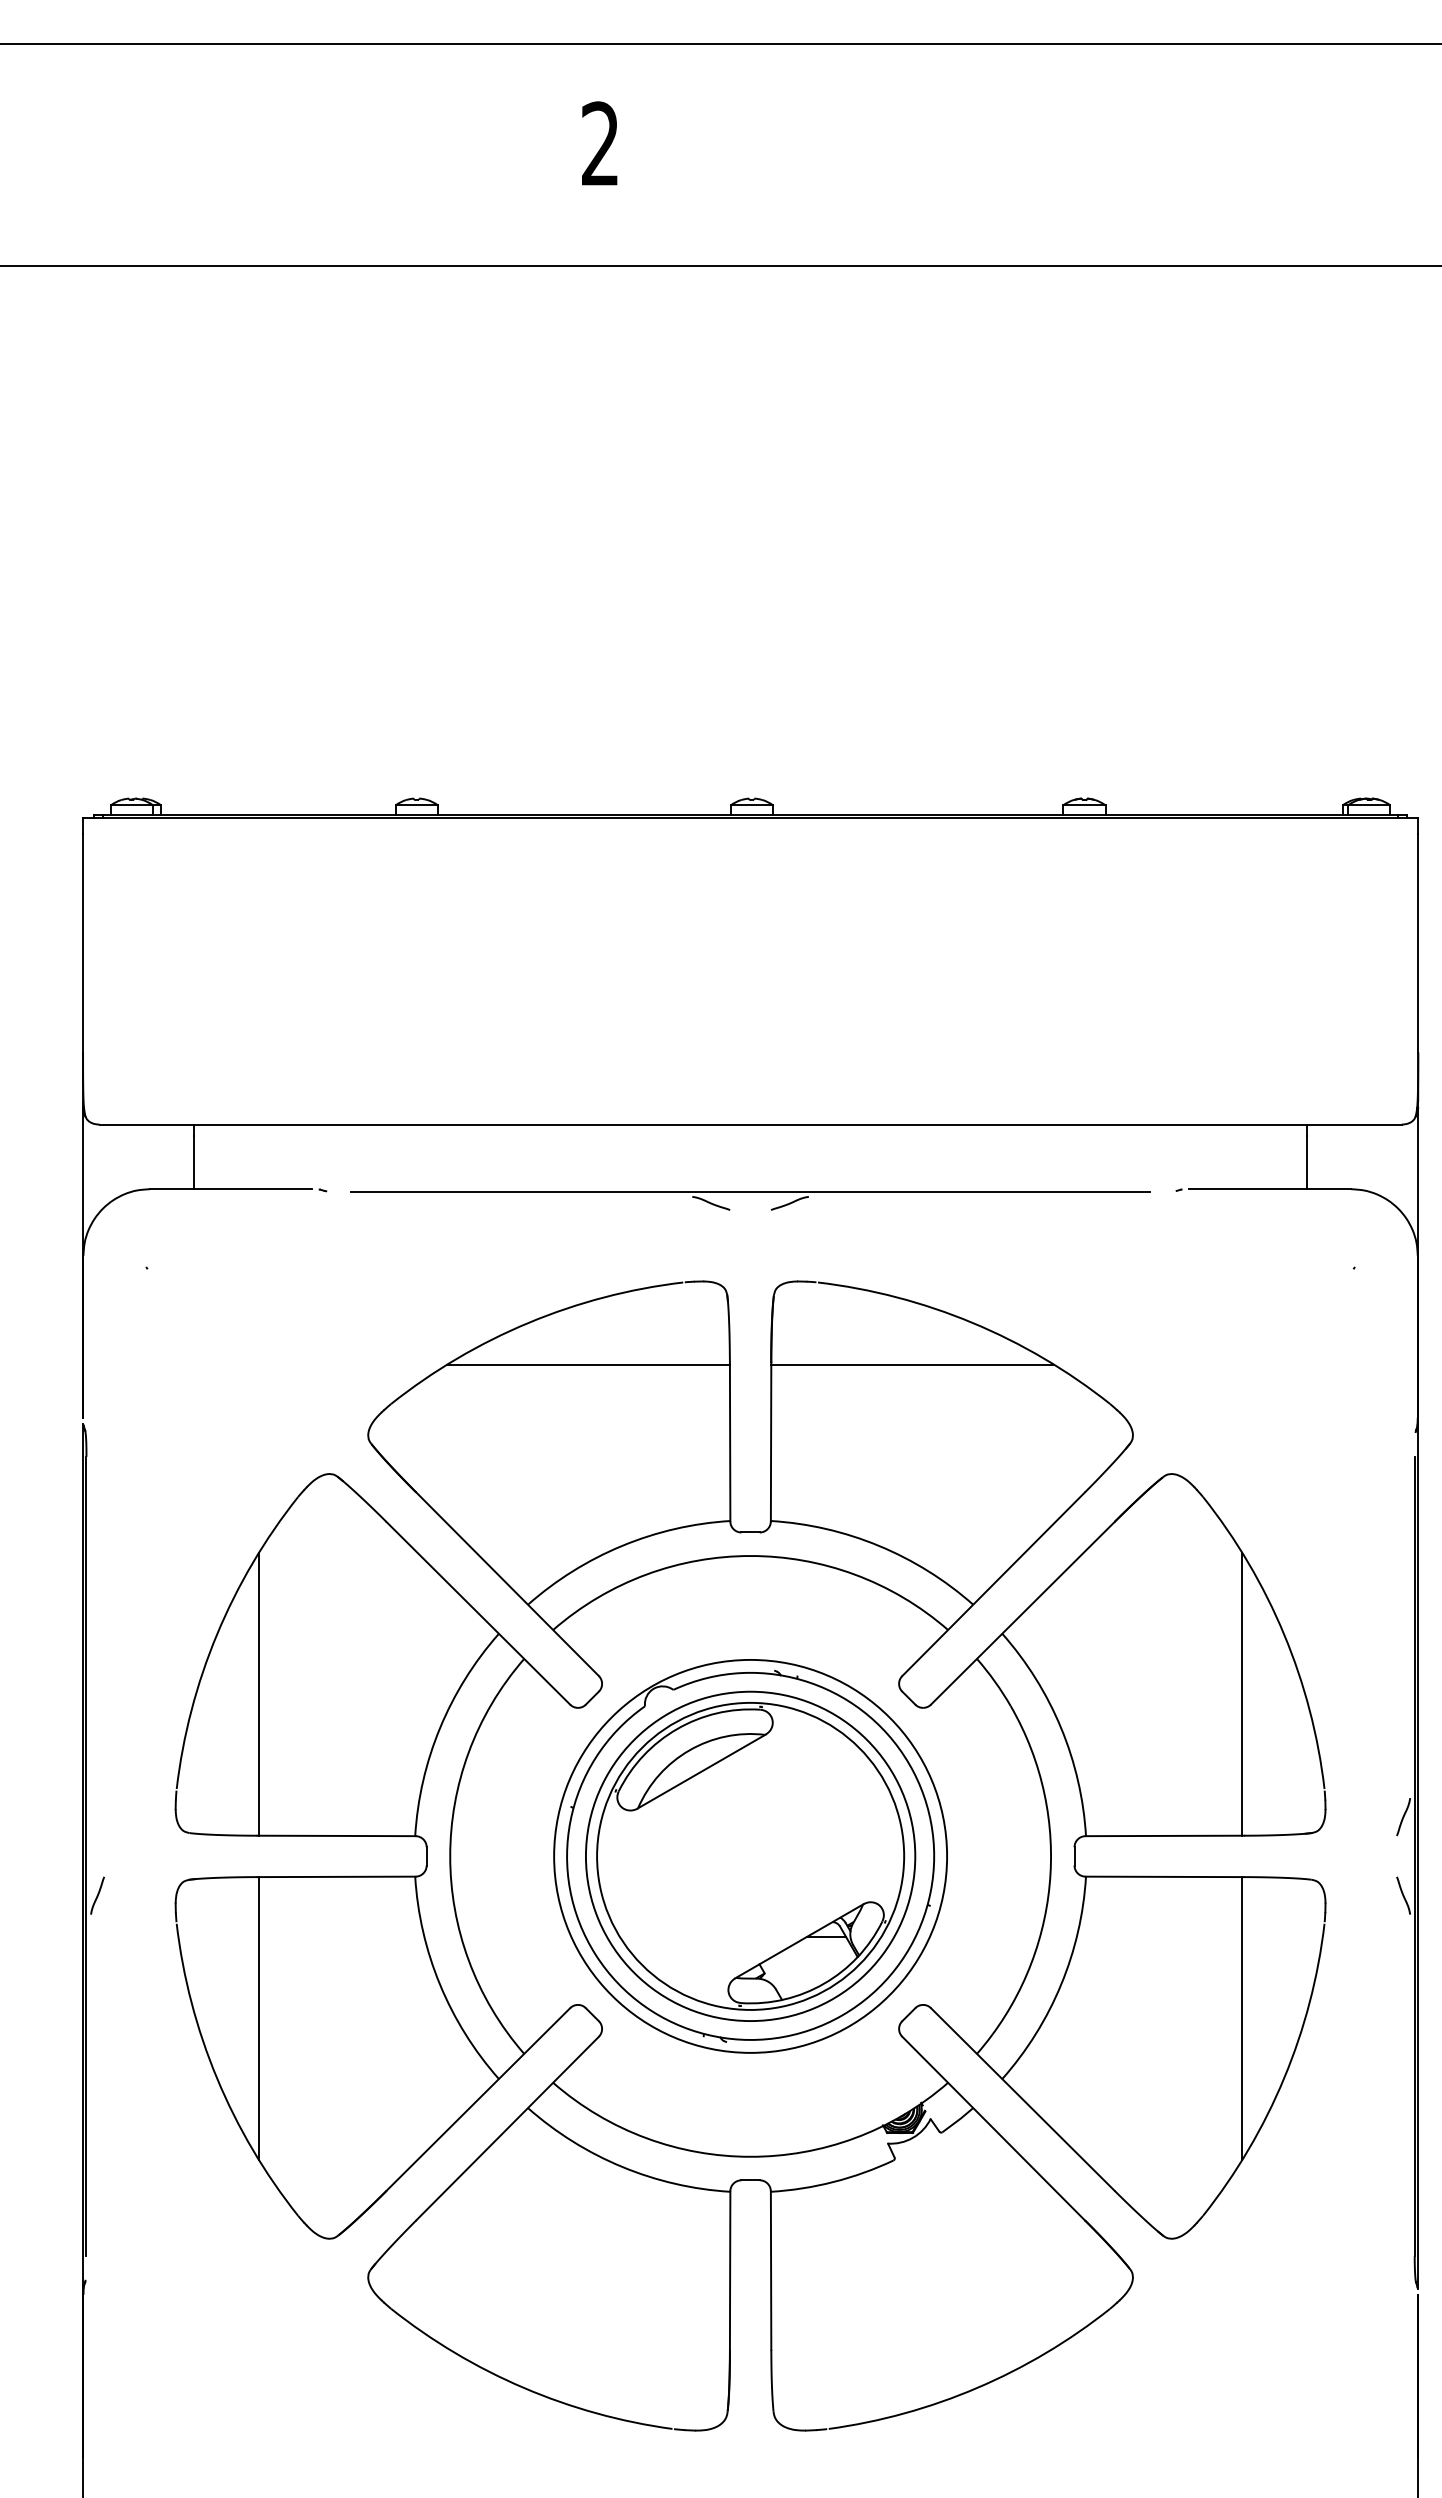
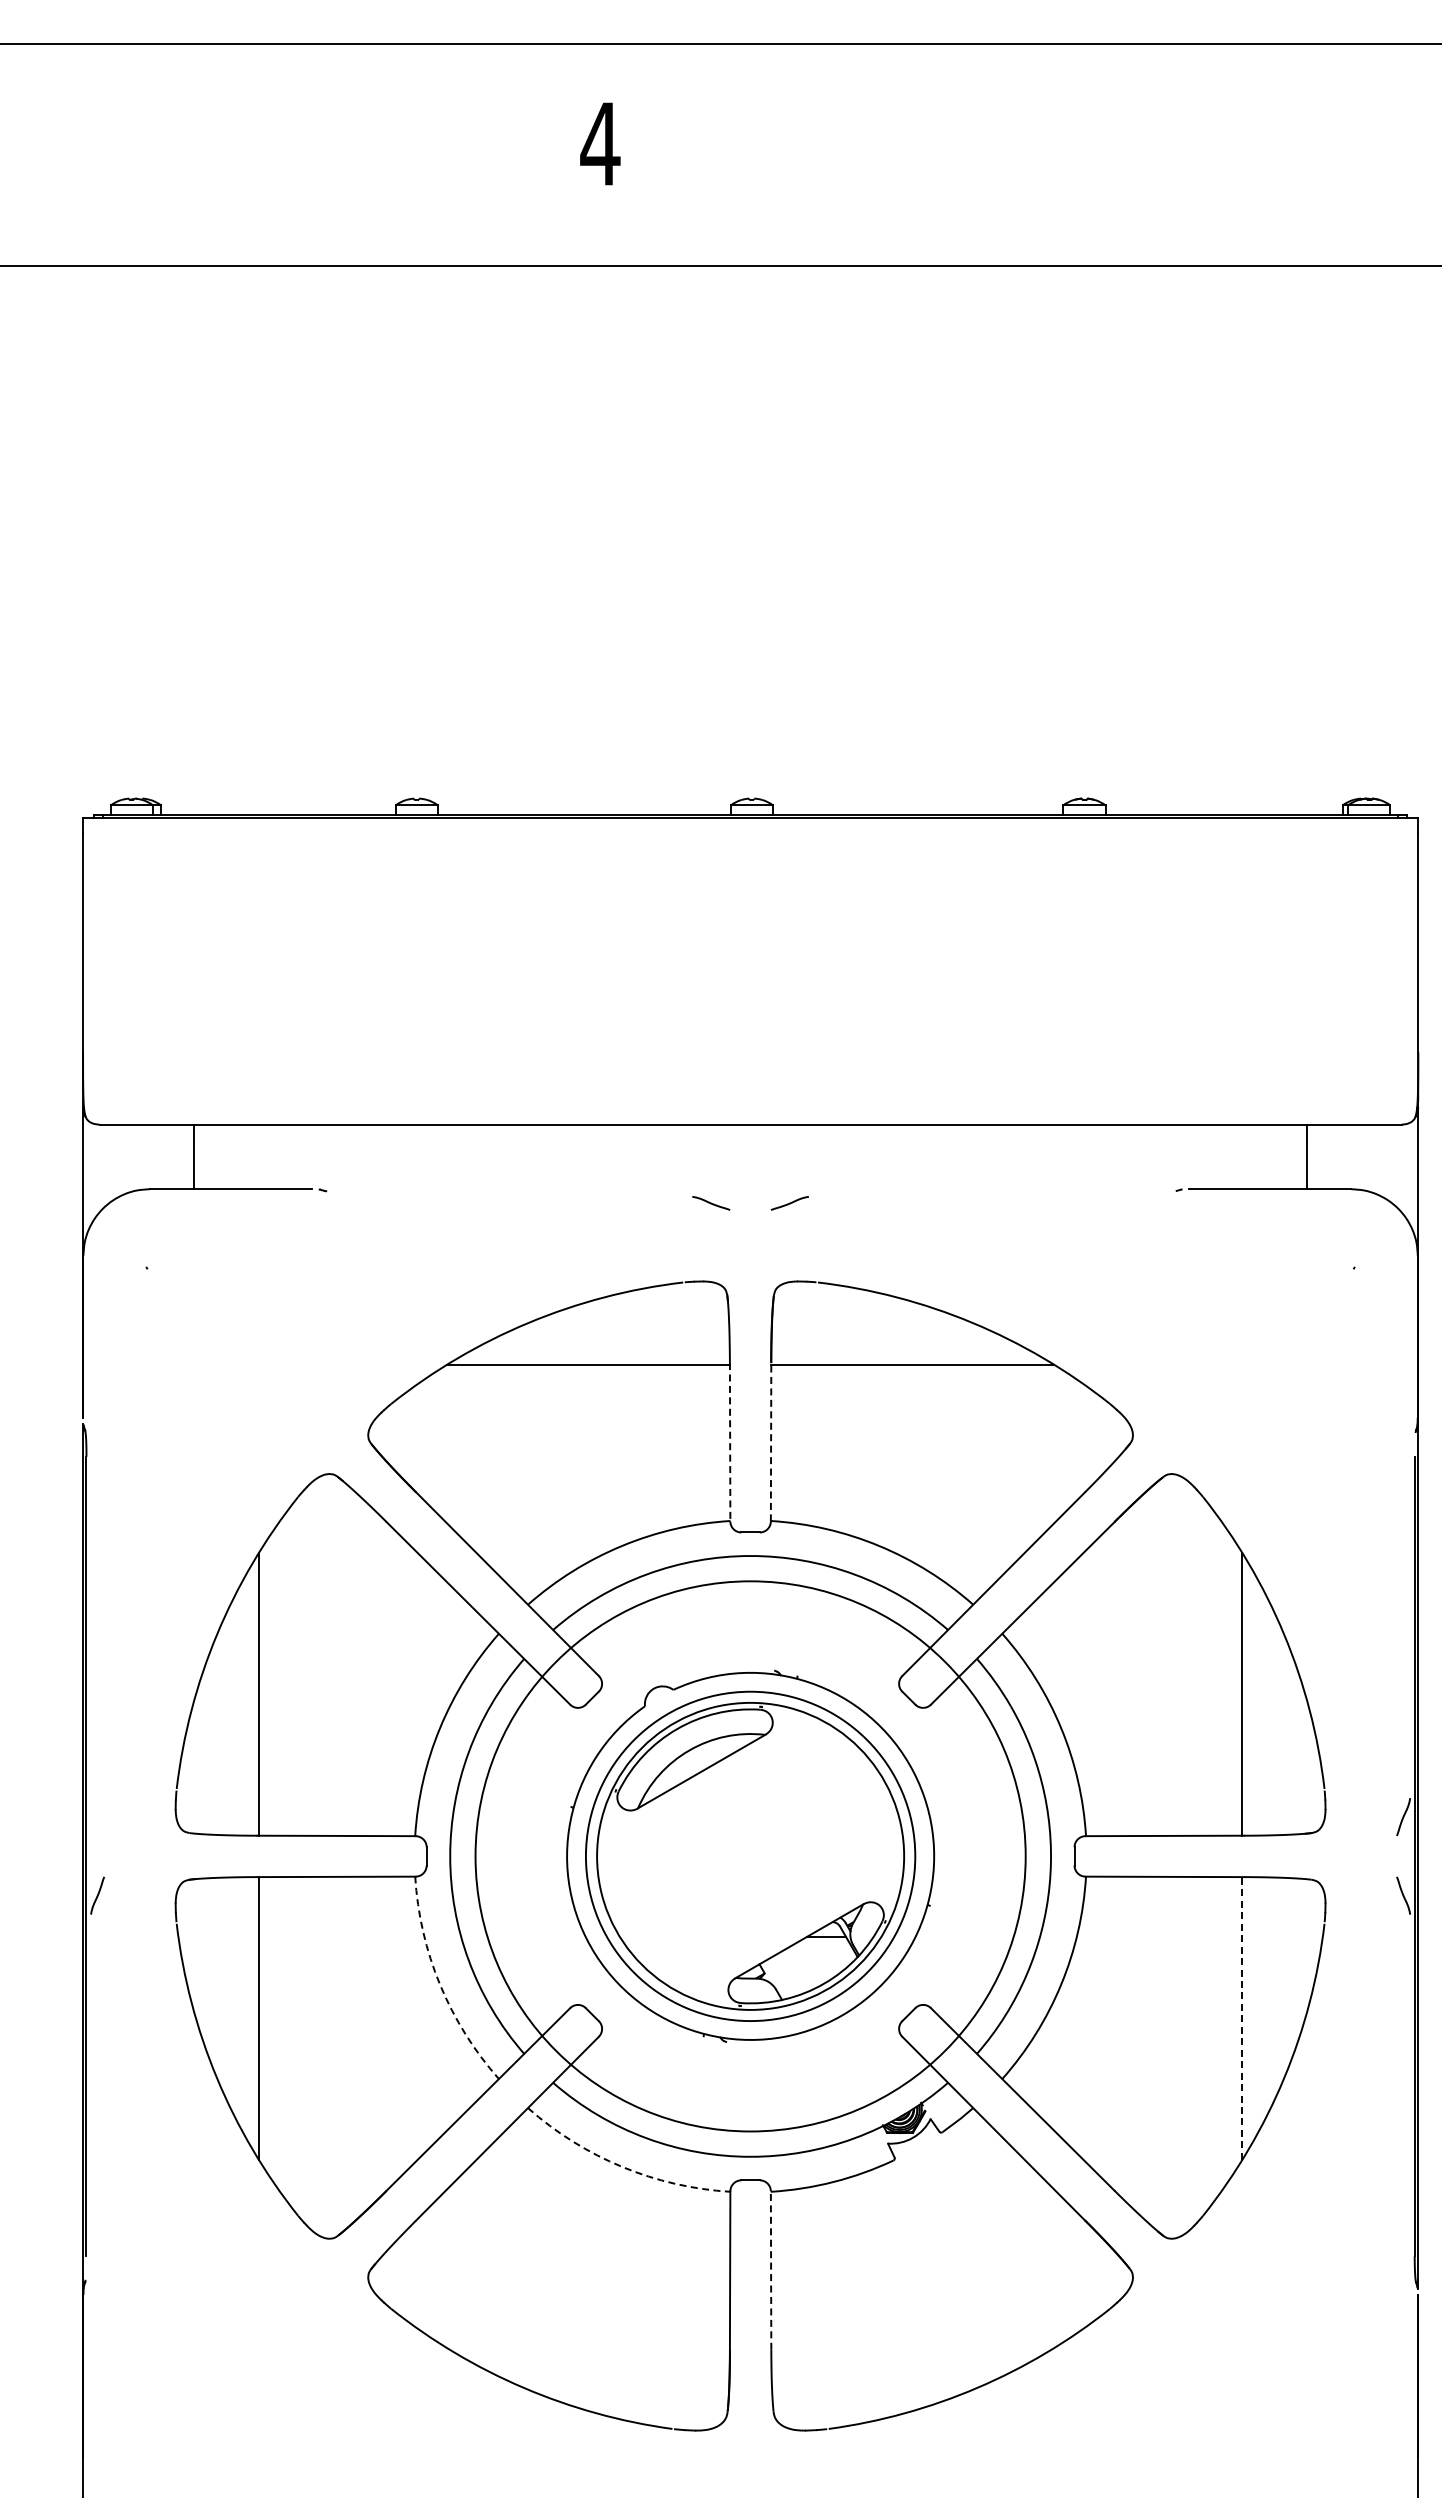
text at (600, 143): 2 -> 4
line at (750, 1192): present -> none
line at (771, 1441): solid -> dashed
line at (730, 1442): solid -> dashed
circle at (750, 1855) diameter: 393 px -> 550 px
arc at (440, 1984): solid -> dashed
line at (1242, 2017): solid -> dashed
arc at (622, 2166): solid -> dashed
line at (771, 2270): solid -> dashed
